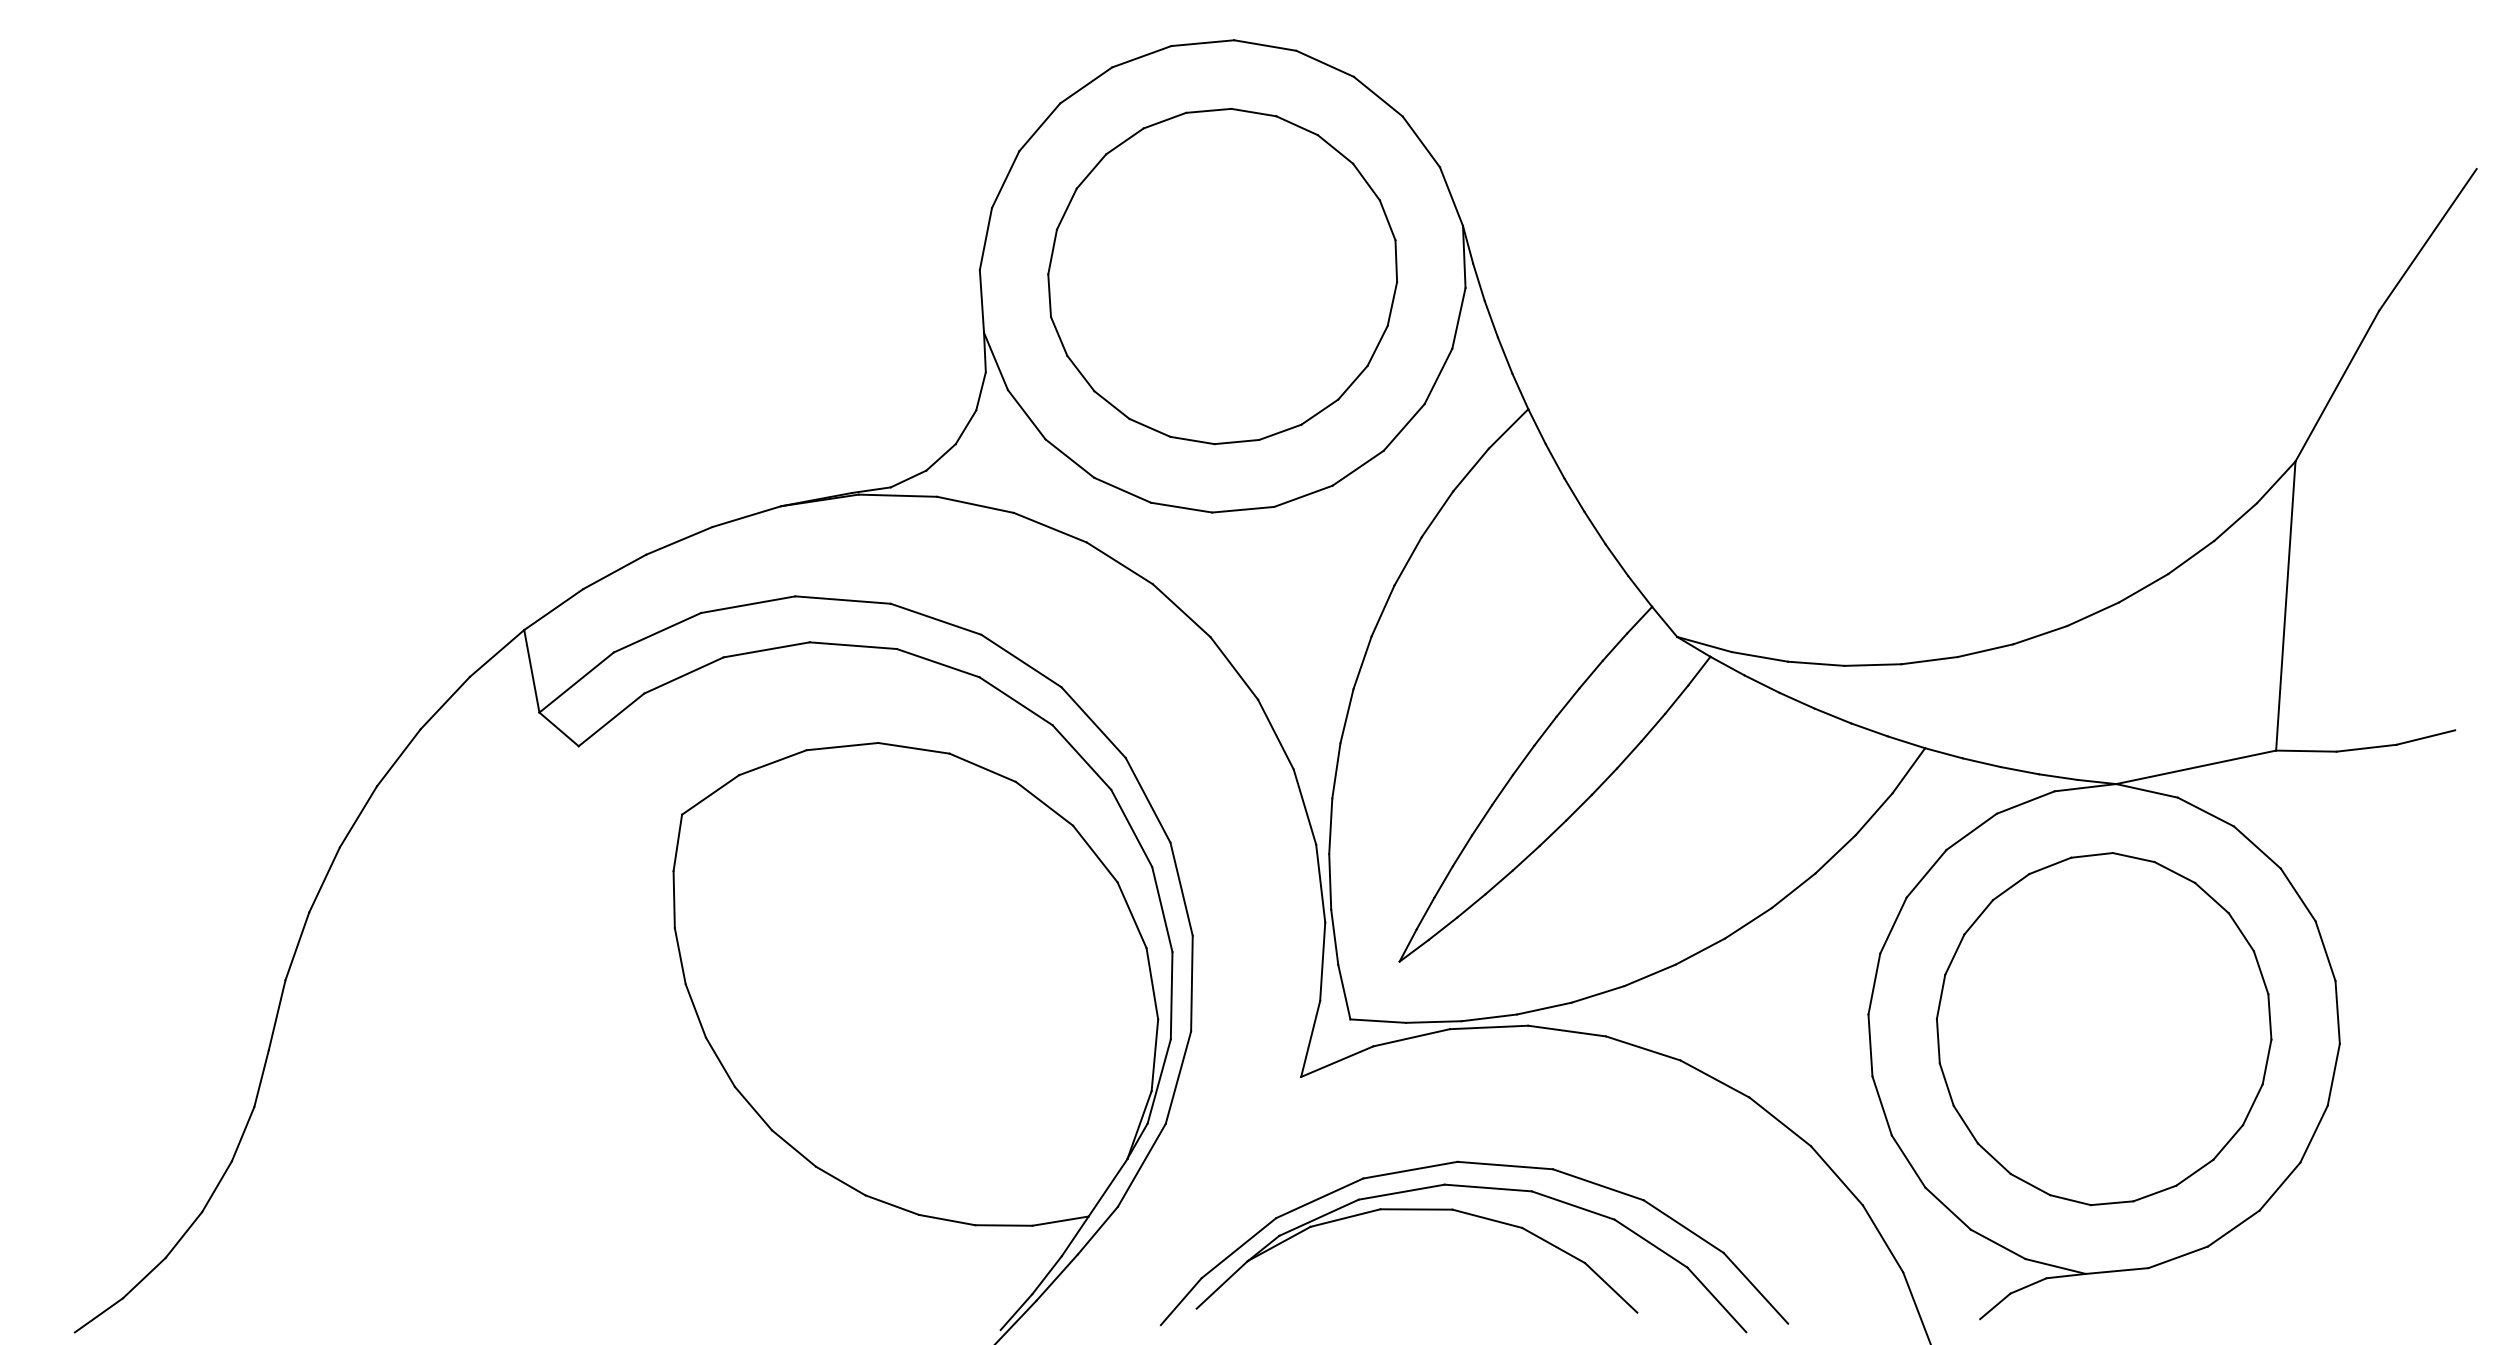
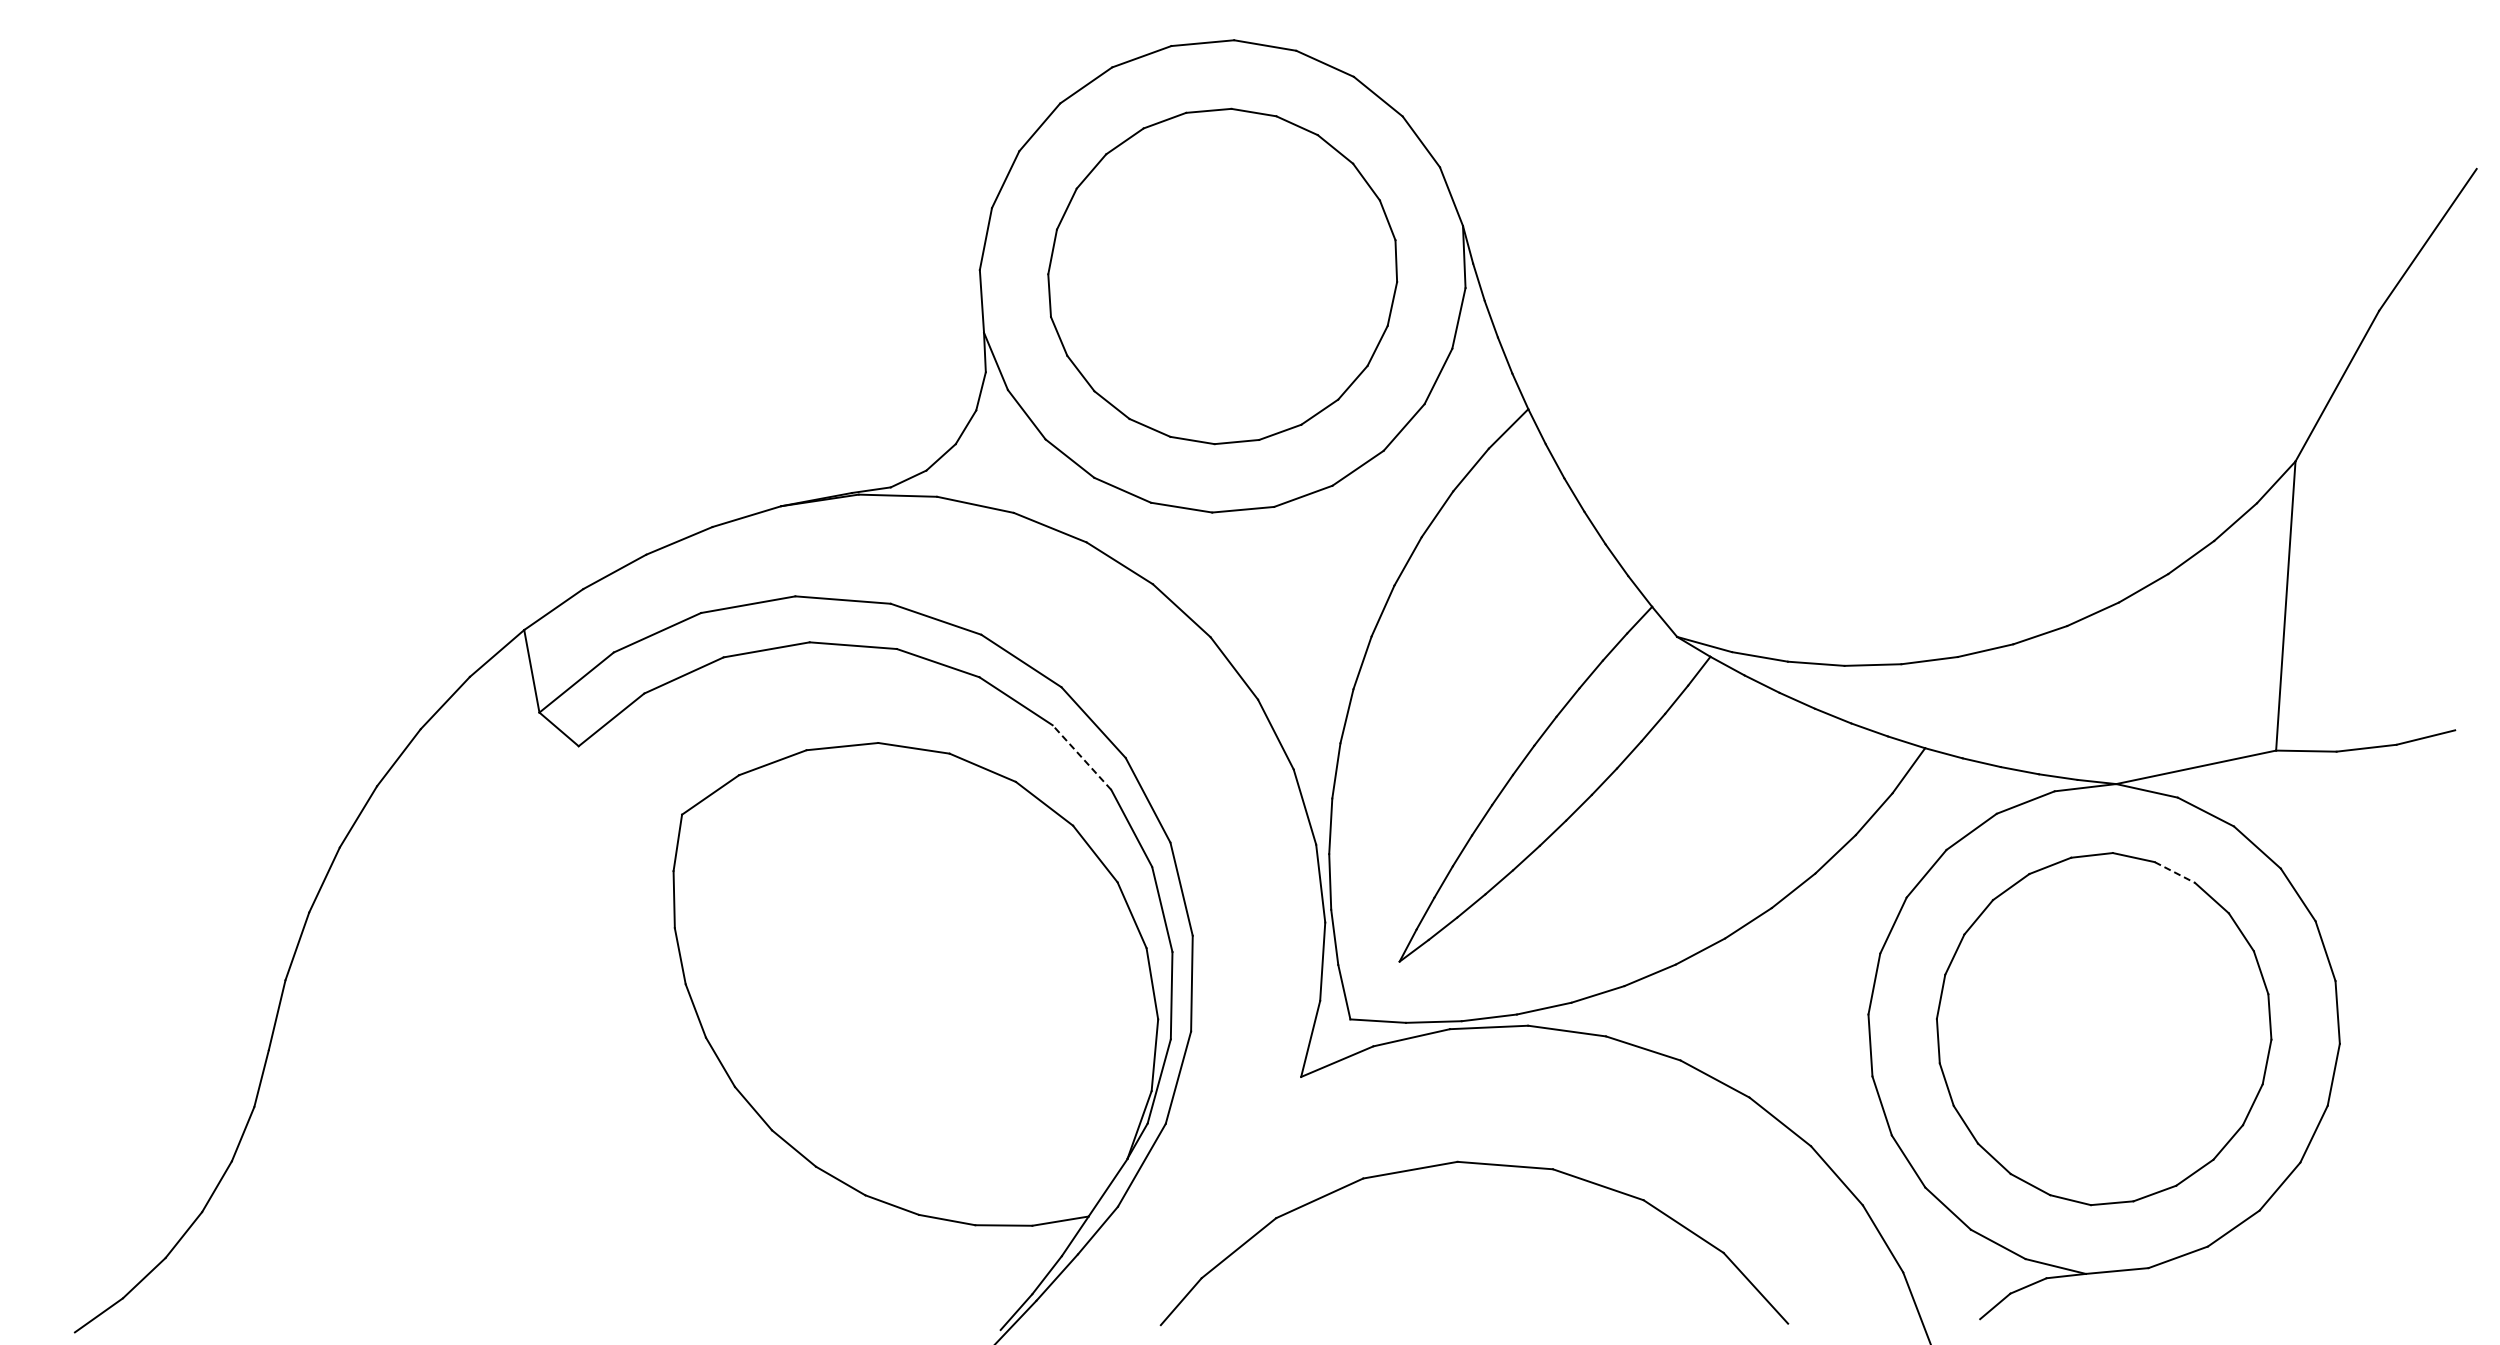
line at (1081, 757): solid -> dashed
line at (2174, 872): solid -> dashed
part at (1481, 1218): present -> none
